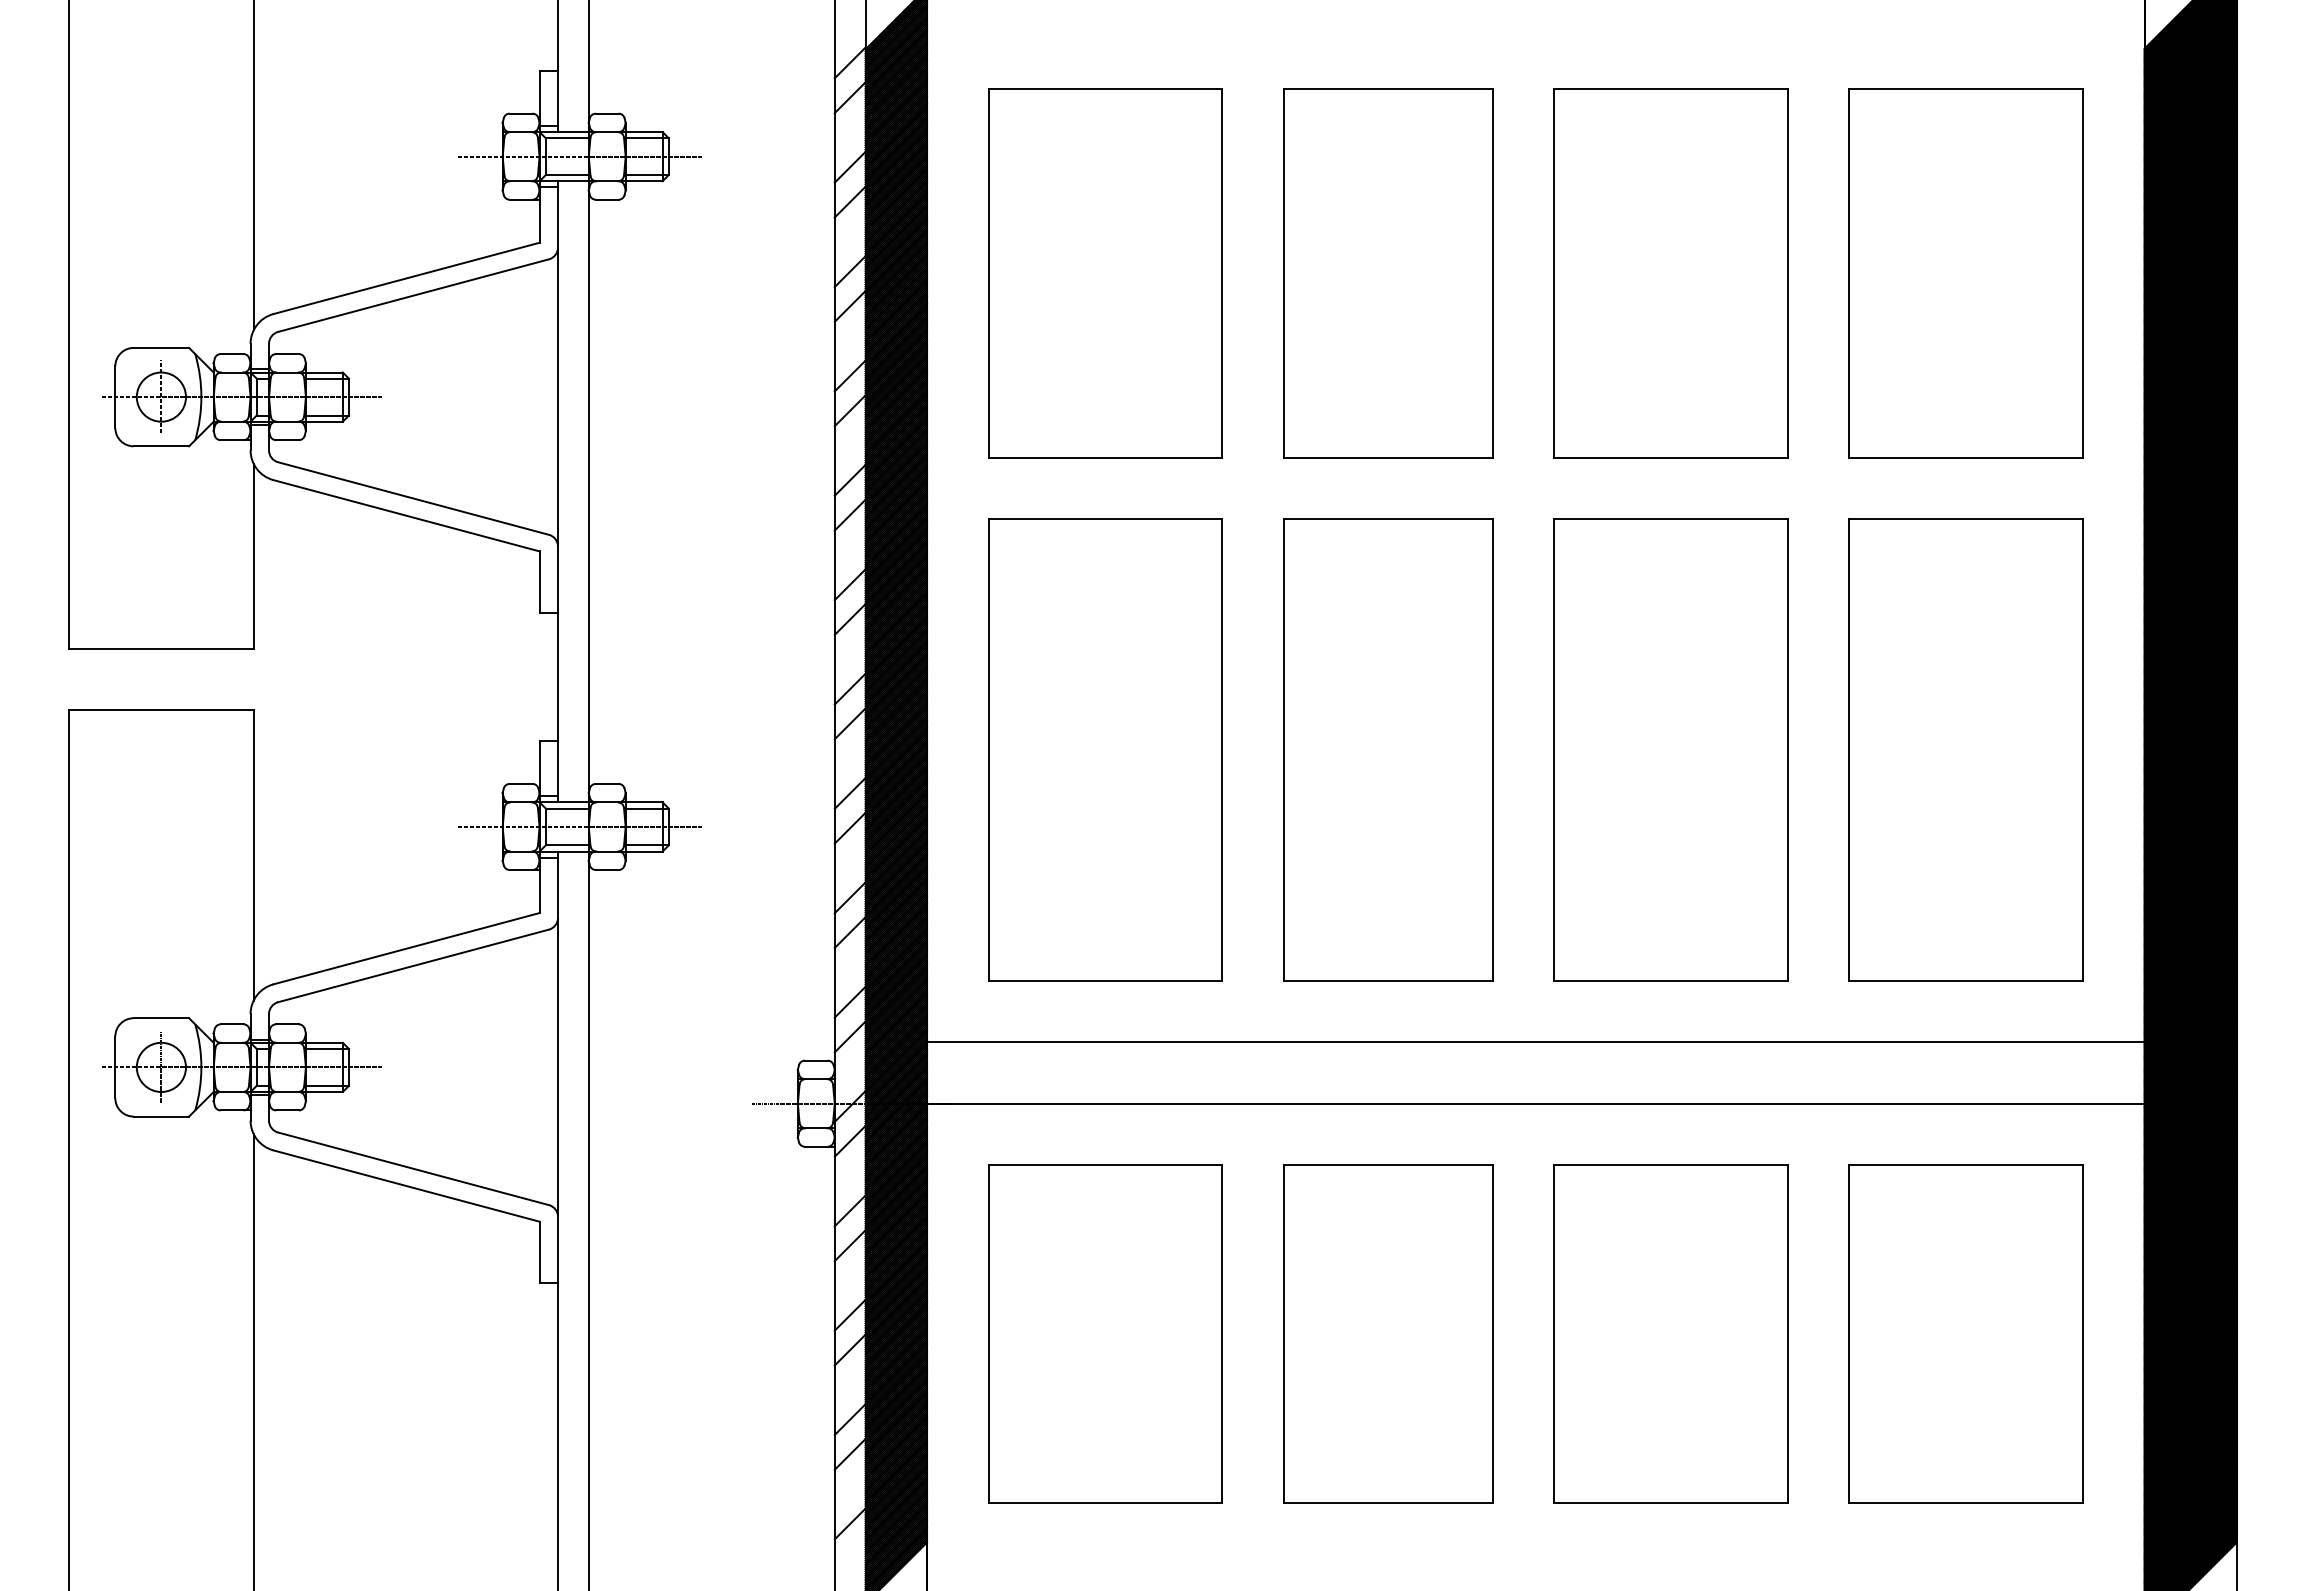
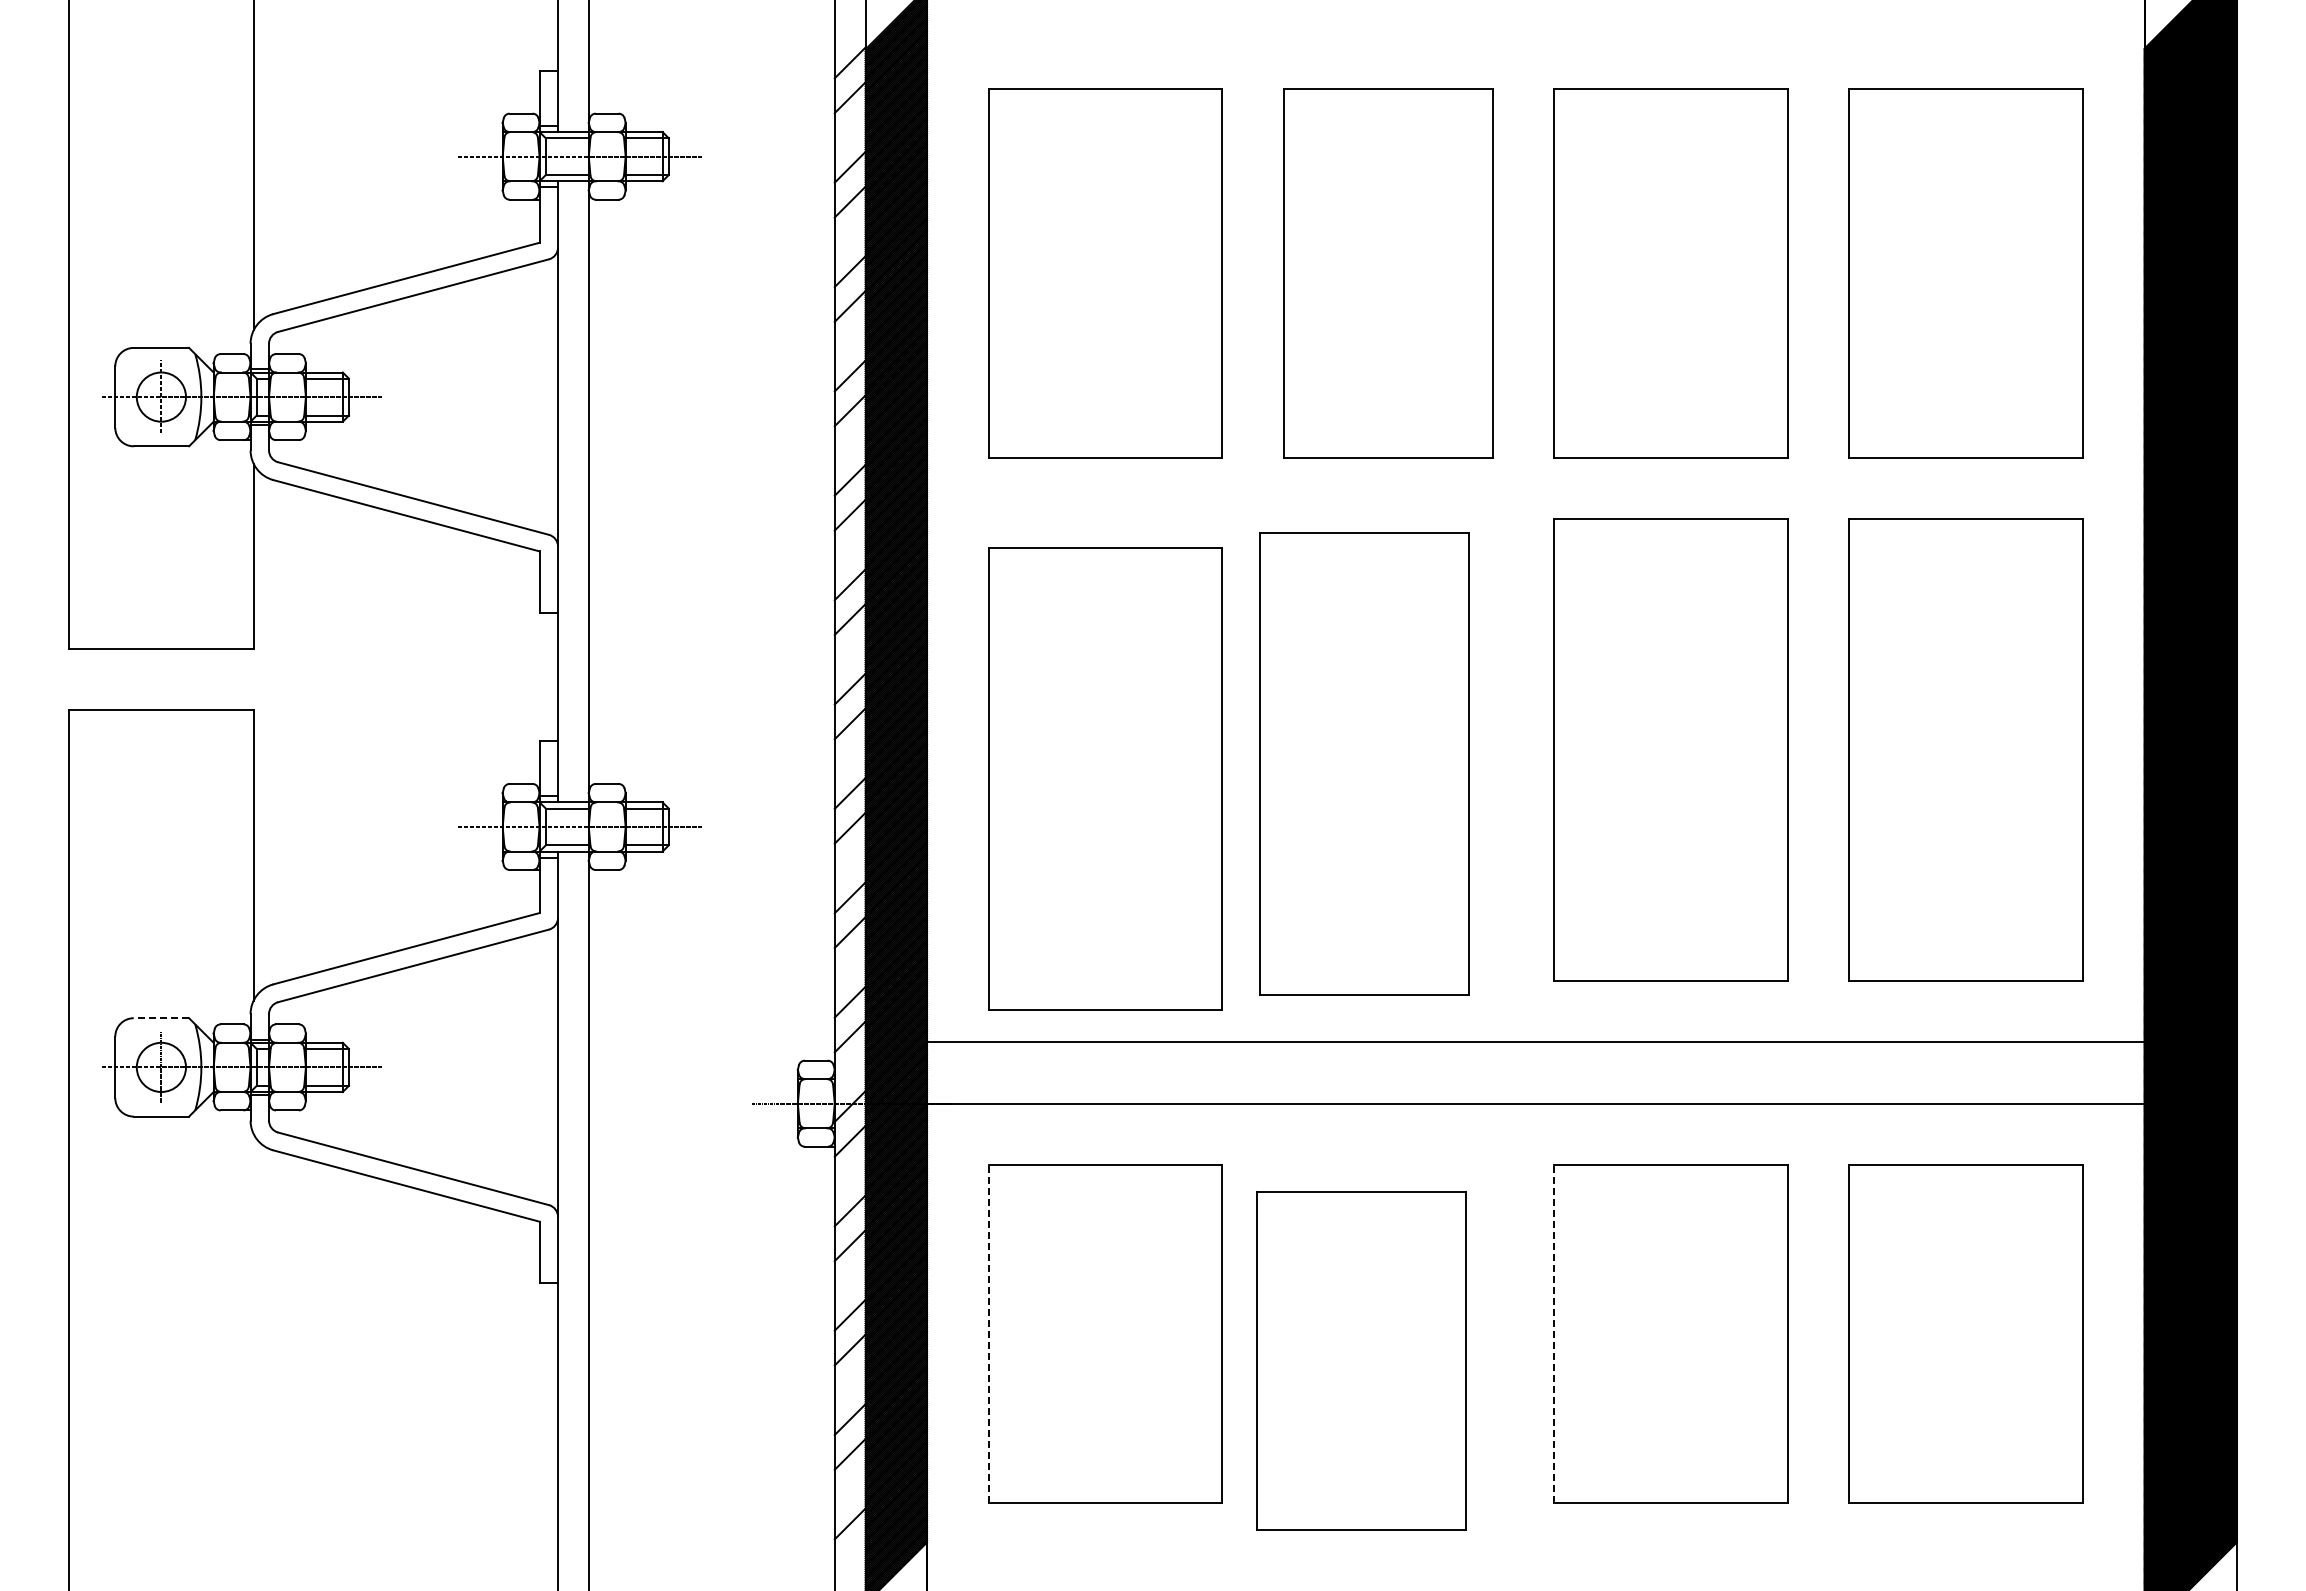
part at (1105, 749) position: (1105, 749) -> (1105, 778)
part at (1388, 749) position: (1388, 749) -> (1364, 763)
line at (161, 1018): solid -> dashed
line at (988, 1333): solid -> dashed
part at (1388, 1333) position: (1388, 1333) -> (1361, 1360)
line at (1554, 1333): solid -> dashed
line at (253, 1360): present -> none
